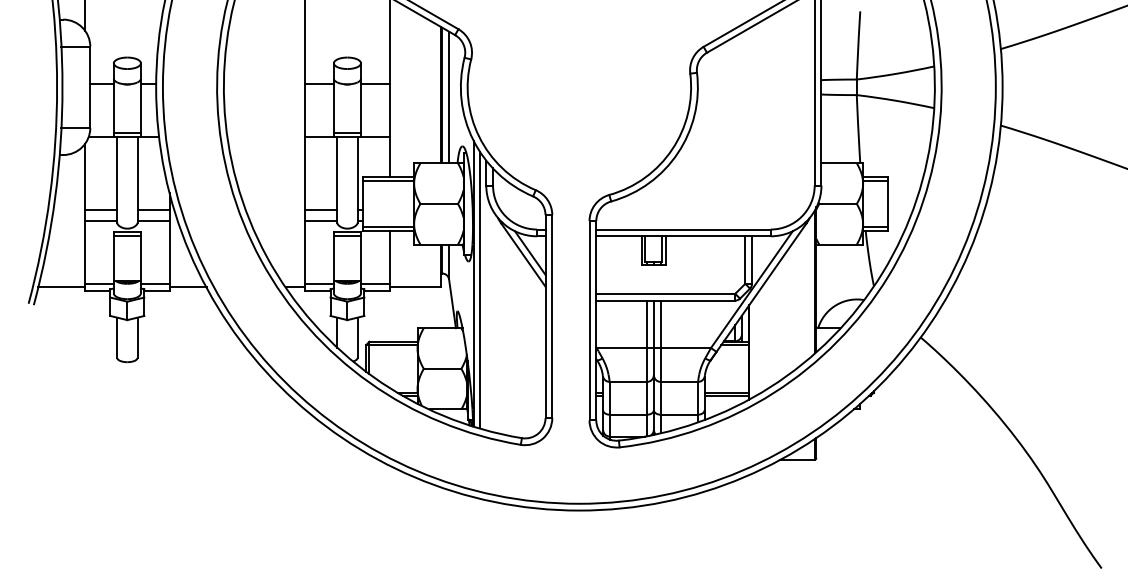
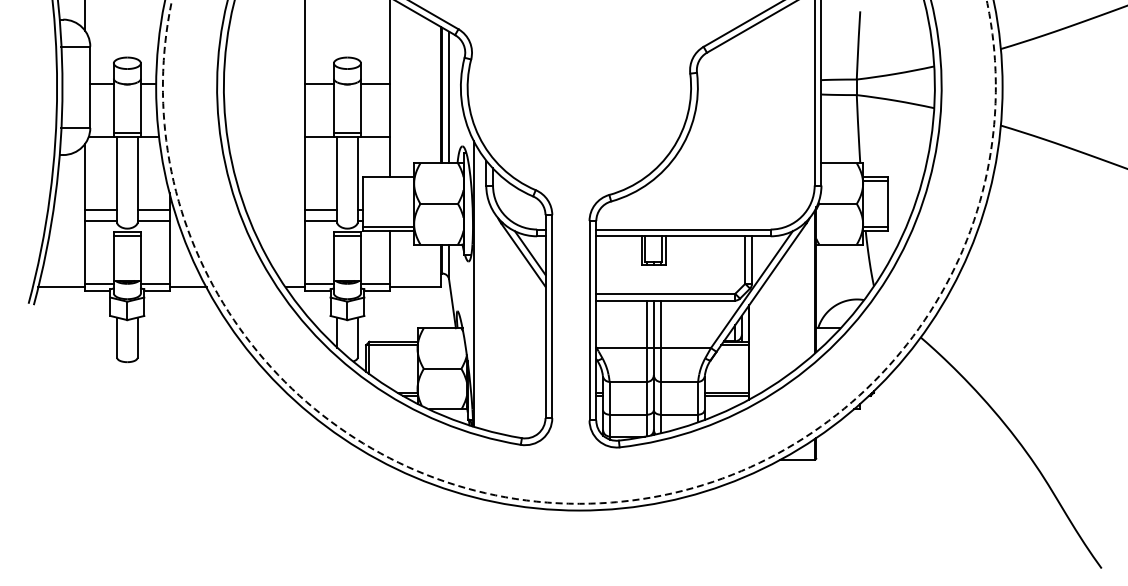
line at (388, 181): present -> none
circle at (578, 251): solid -> dashed
line at (480, 290): present -> none
